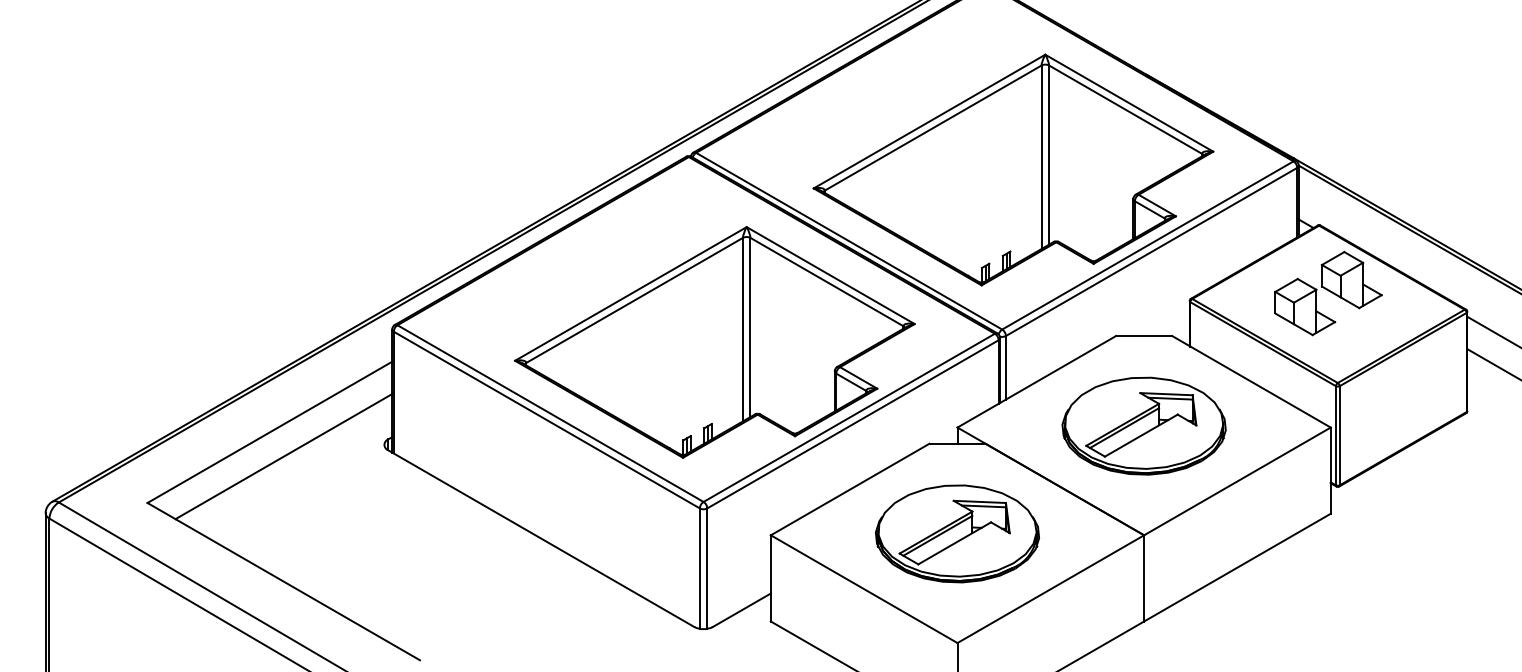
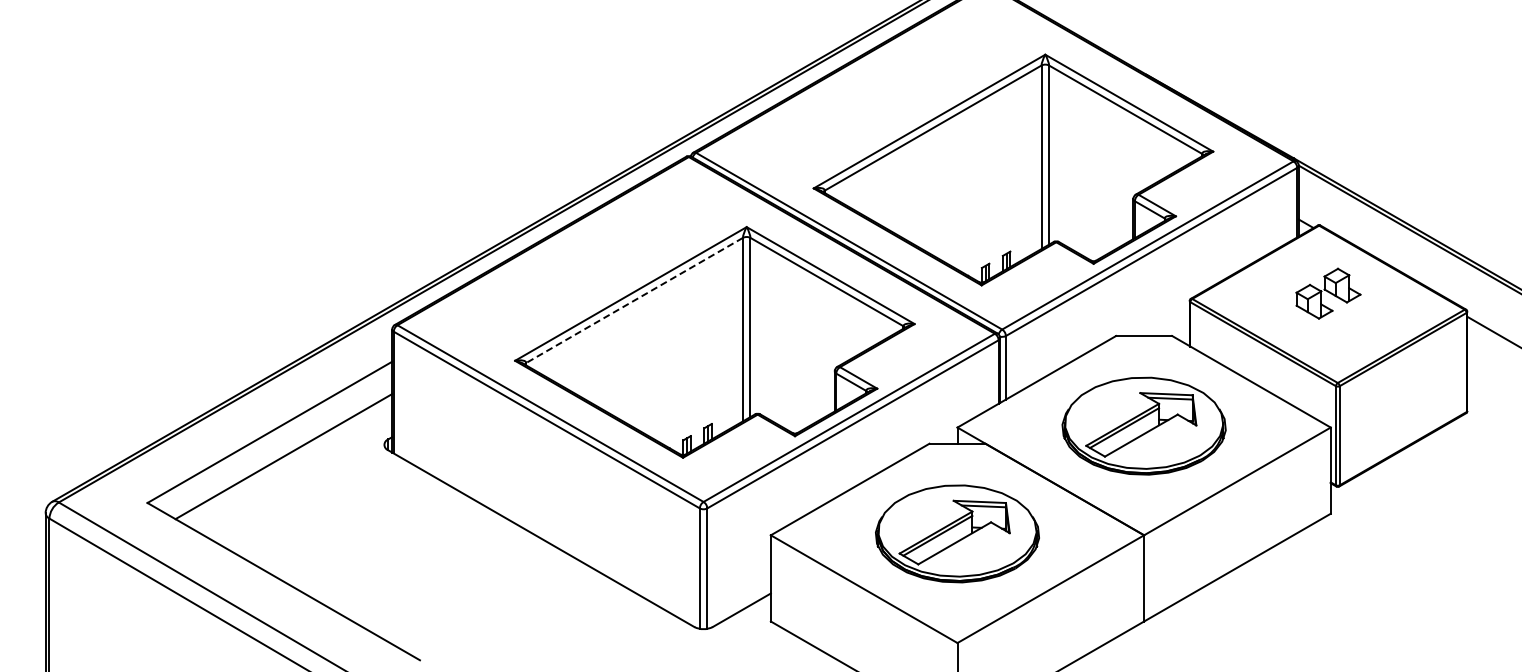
part at (1328, 293) size: 109x86 px -> 67x53 px
line at (634, 300): solid -> dashed
line at (1492, 363): present -> none
